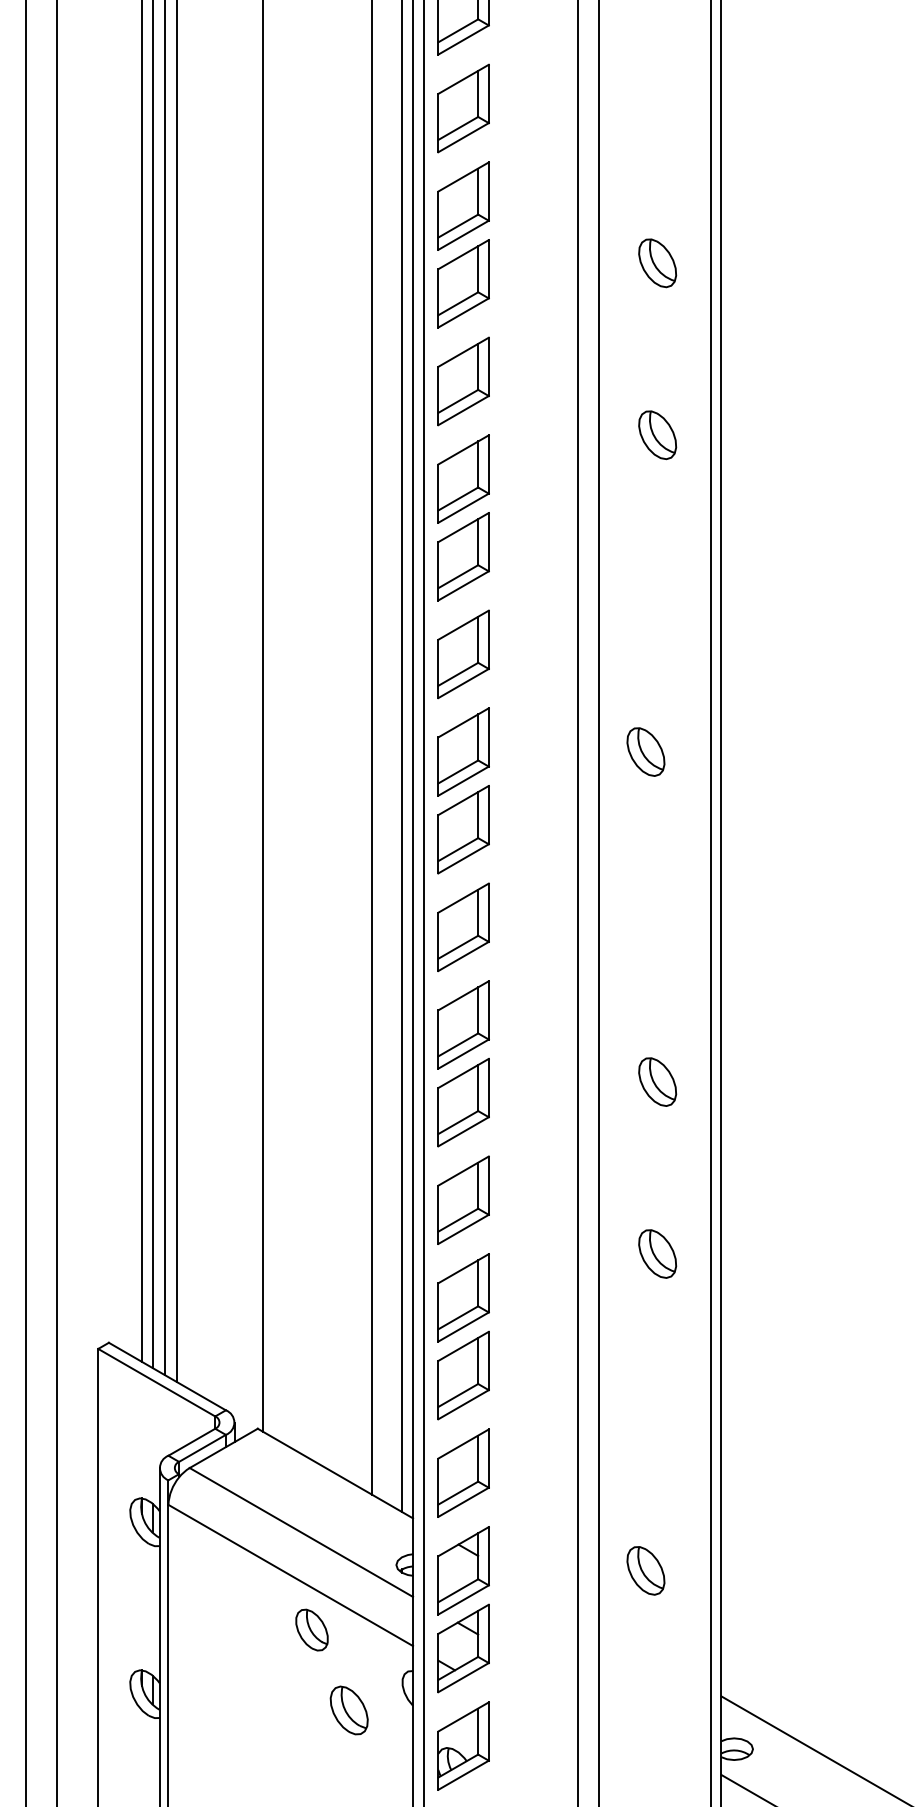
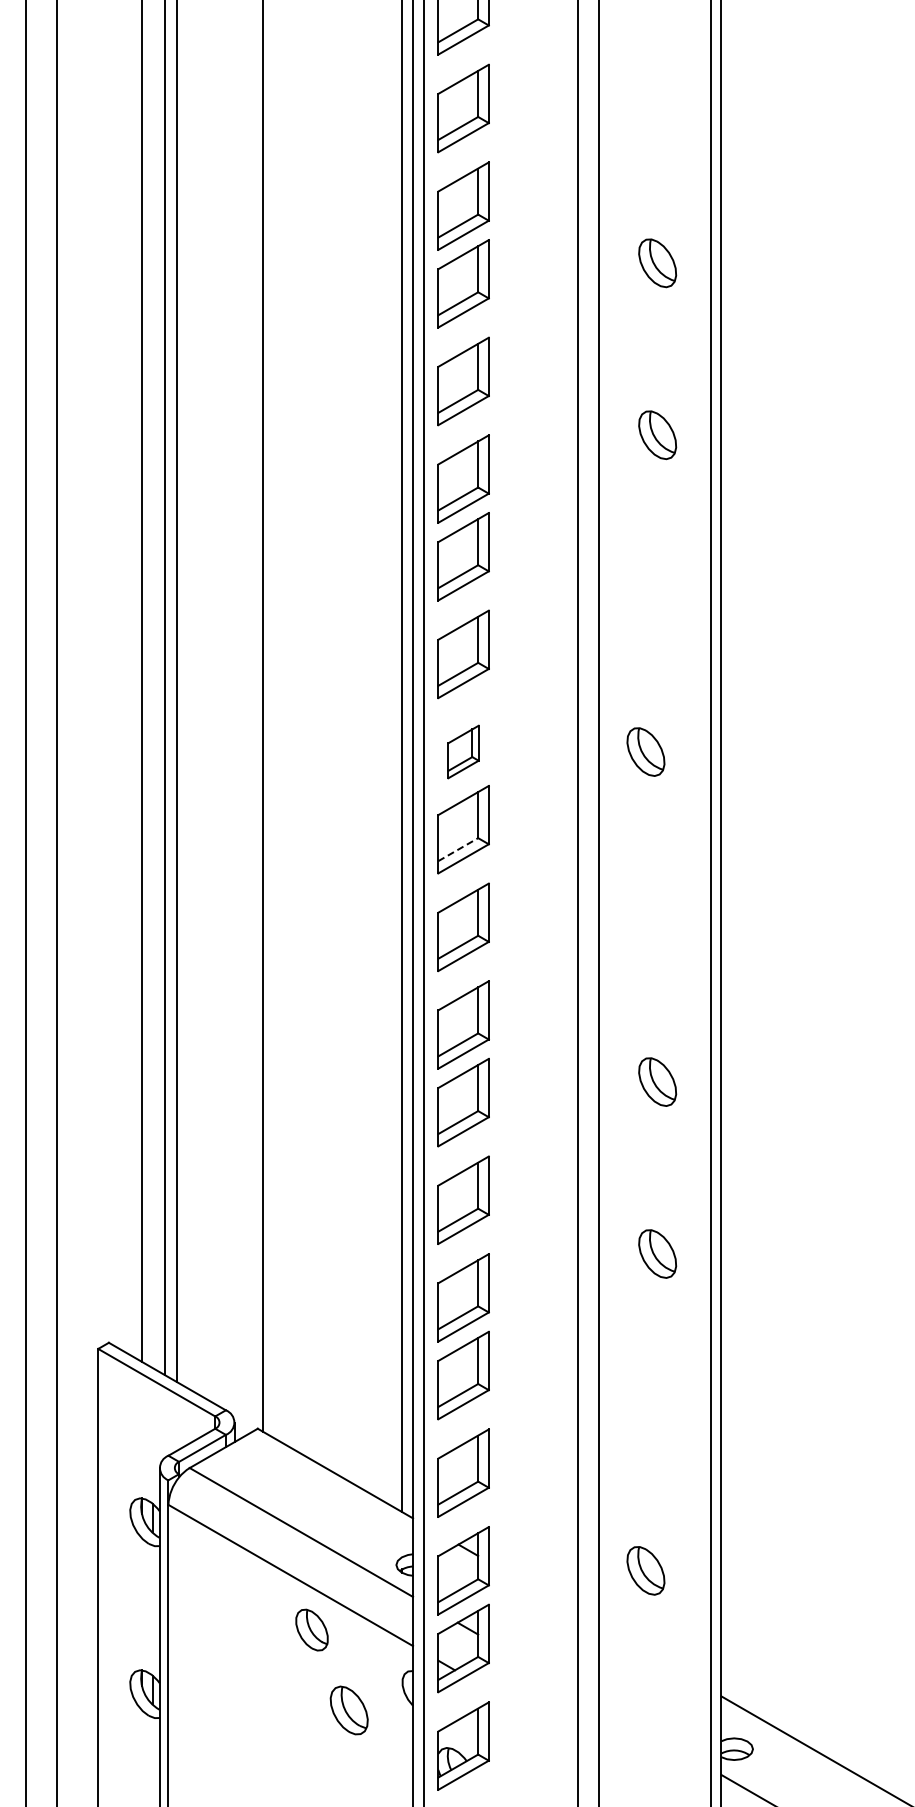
line at (152, 685): present -> none
line at (372, 748): present -> none
part at (463, 751) size: 53x90 px -> 33x56 px
line at (458, 849): solid -> dashed
